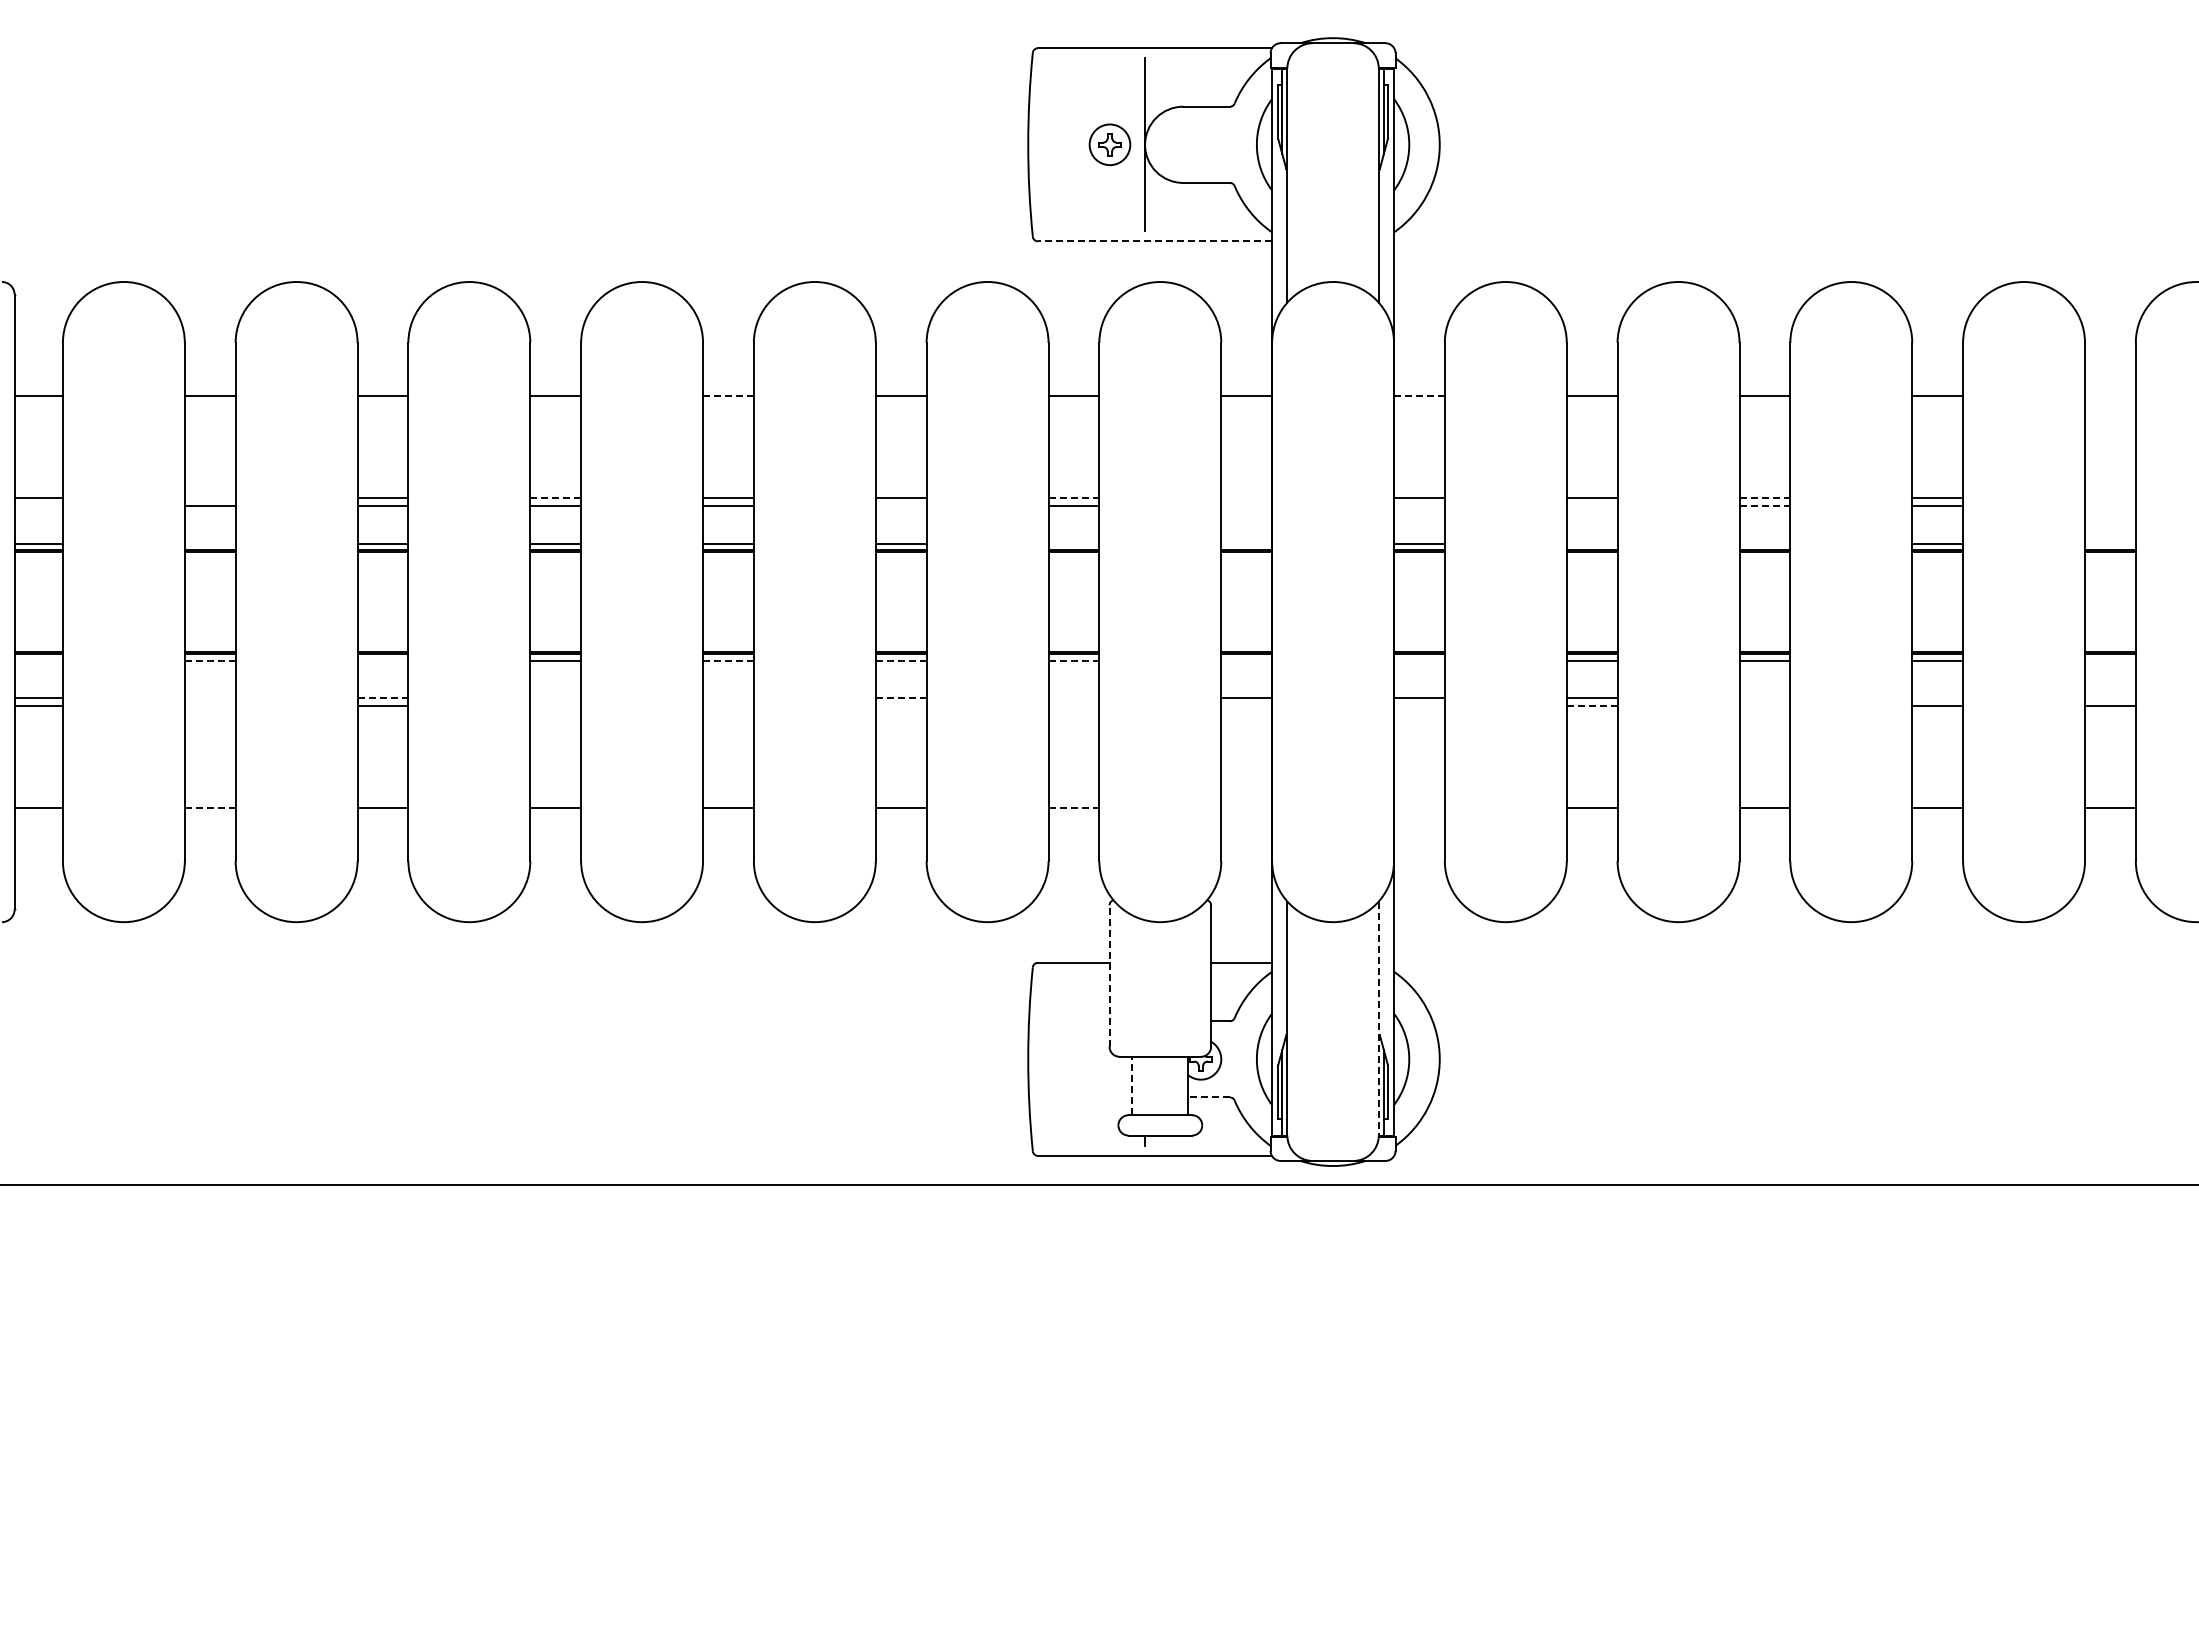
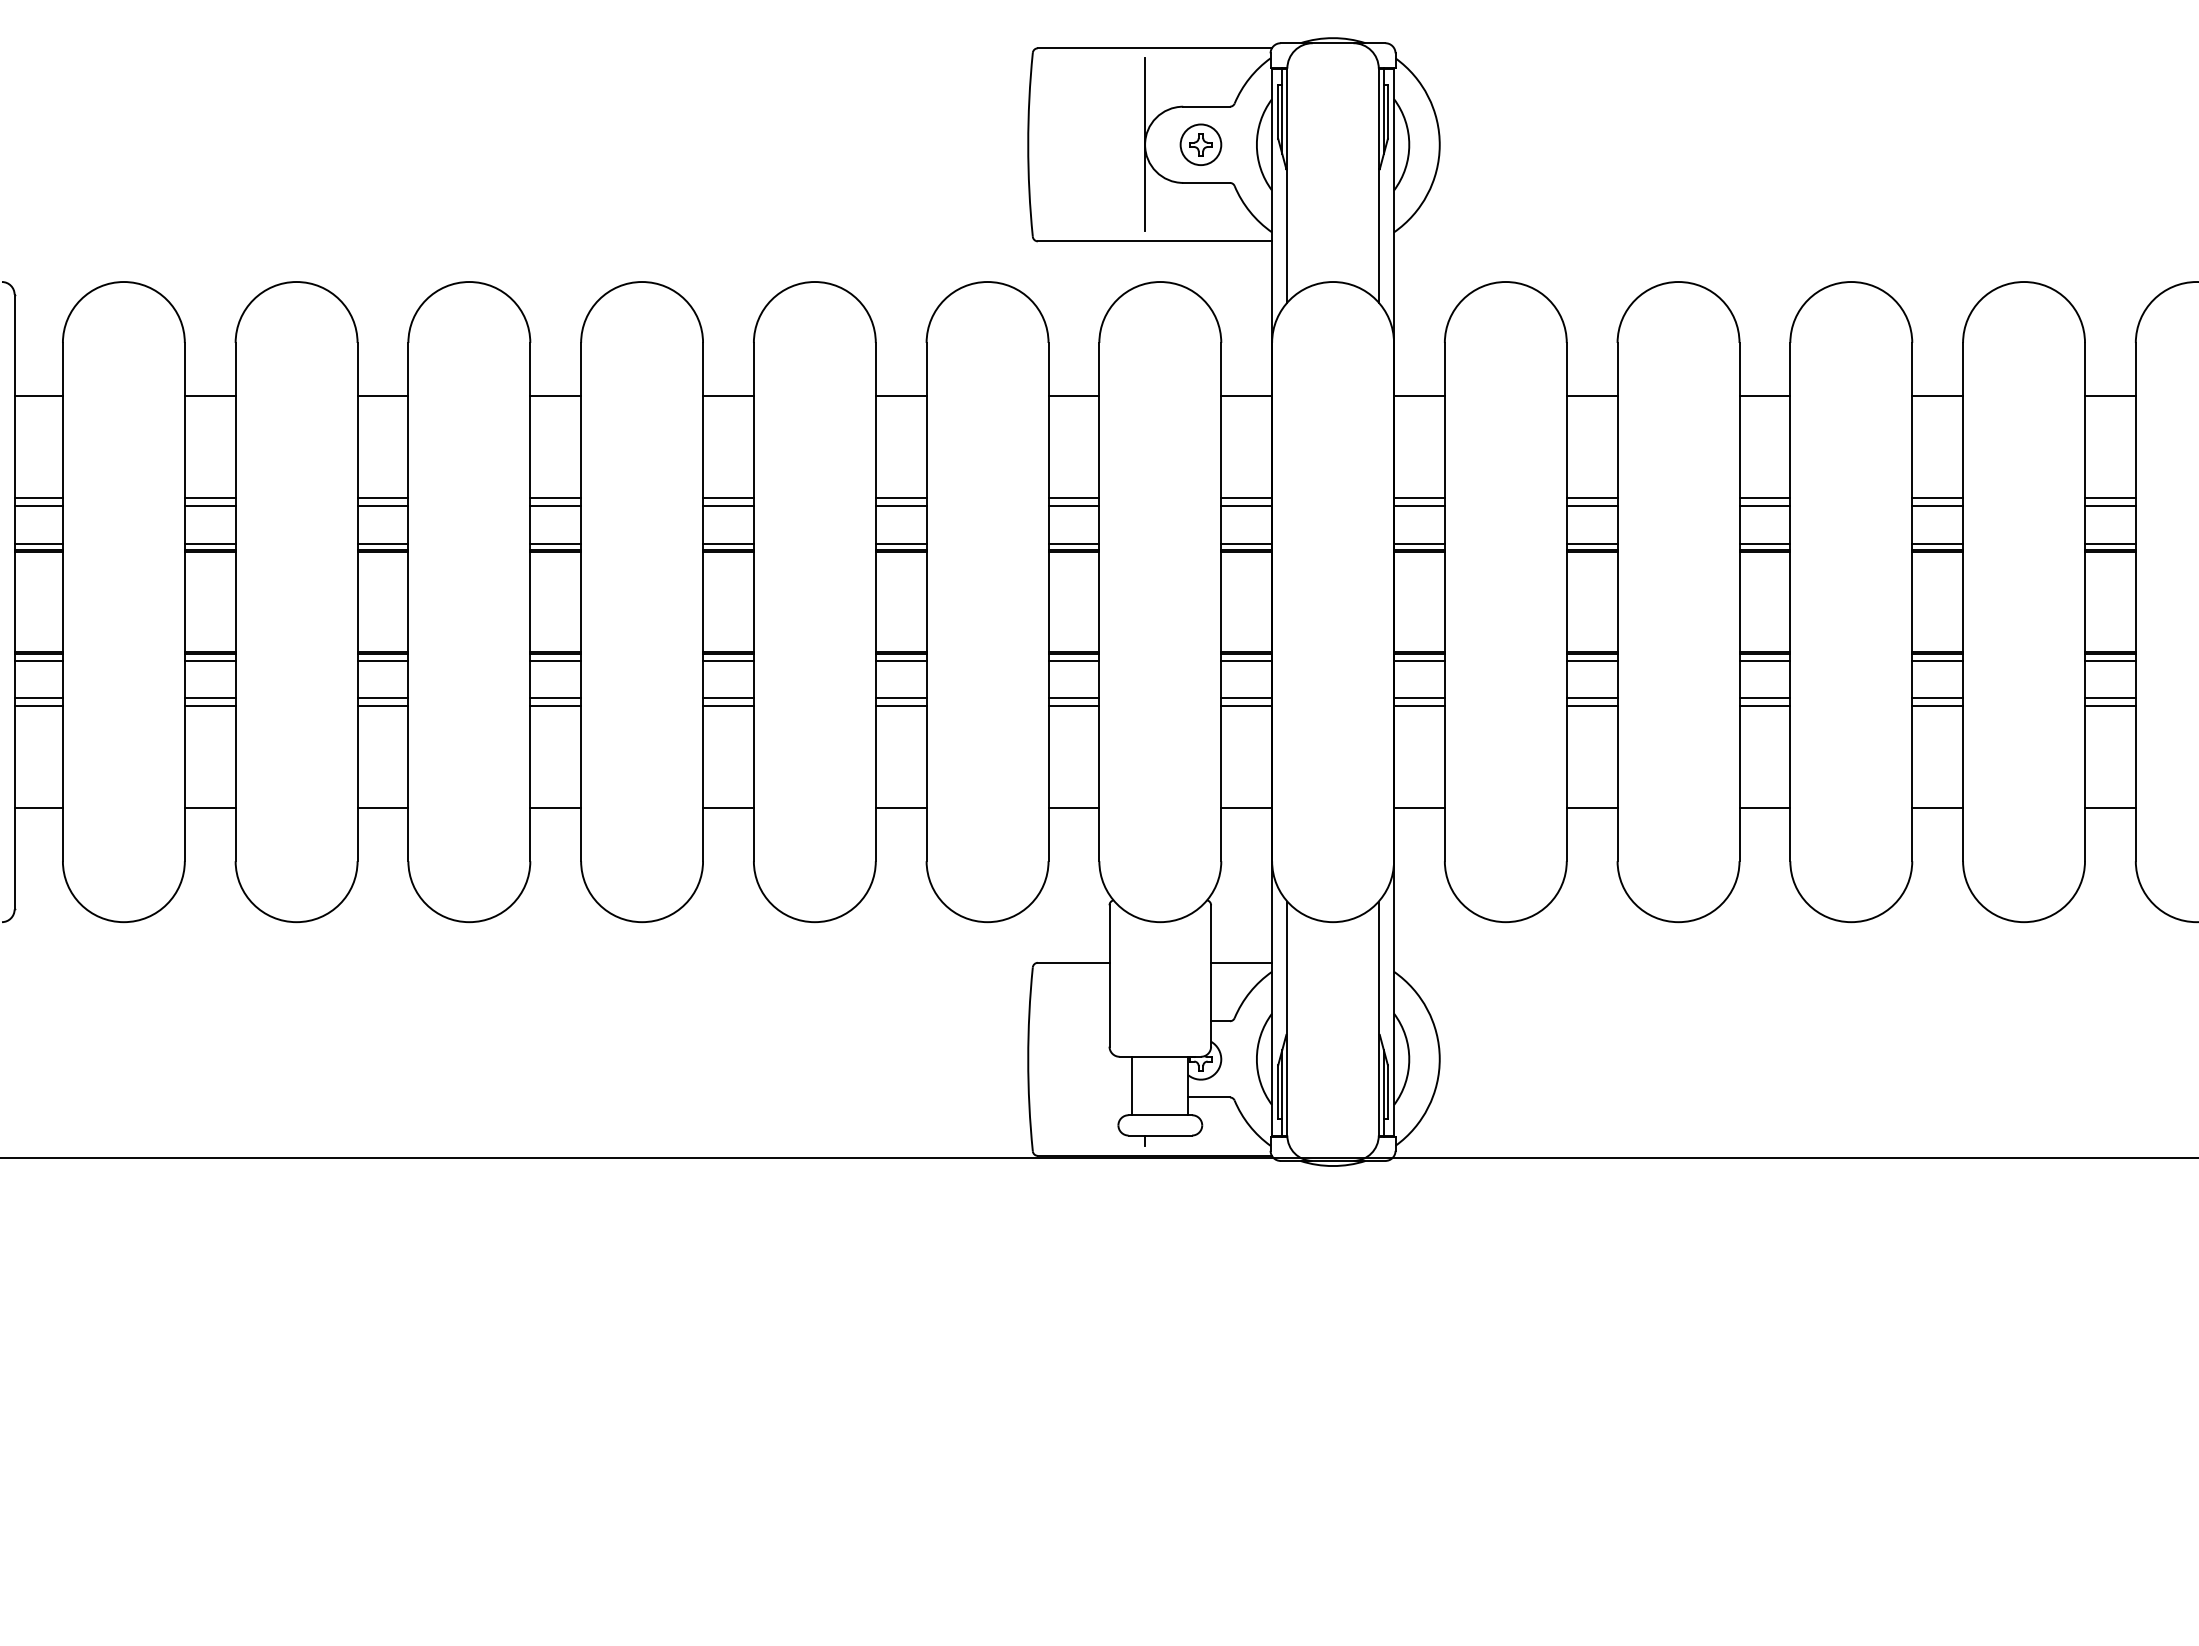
part at (1109, 144) position: (1109, 144) -> (1200, 144)
line at (1154, 241): dashed -> solid
line at (727, 396): dashed -> solid
line at (1418, 396): dashed -> solid
line at (2110, 396): none -> present
line at (209, 497): none -> present
line at (556, 497): dashed -> solid
line at (1074, 497): dashed -> solid
line at (1246, 497): none -> present
line at (1765, 497): dashed -> solid
line at (2110, 497): none -> present
line at (38, 506): none -> present
line at (900, 506): none -> present
line at (1246, 506): none -> present
line at (1419, 506): none -> present
line at (1591, 506): none -> present
line at (1765, 506): dashed -> solid
line at (2110, 506): none -> present
line at (209, 543): none -> present
line at (1073, 543): none -> present
line at (1246, 543): none -> present
line at (1591, 543): none -> present
line at (1764, 543): none -> present
line at (2110, 543): none -> present
line at (38, 660): none -> present
line at (210, 660): dashed -> solid
line at (382, 660): none -> present
line at (728, 660): dashed -> solid
line at (901, 660): dashed -> solid
line at (1074, 660): dashed -> solid
line at (1246, 660): none -> present
line at (1419, 660): none -> present
line at (2110, 660): none -> present
line at (209, 698): none -> present
line at (383, 698): dashed -> solid
line at (555, 698): none -> present
line at (728, 698): none -> present
line at (901, 698): dashed -> solid
line at (1073, 698): none -> present
line at (1764, 698): none -> present
line at (1937, 698): none -> present
line at (2110, 698): none -> present
line at (209, 706): none -> present
line at (555, 706): none -> present
line at (728, 706): none -> present
line at (900, 706): none -> present
line at (1073, 706): none -> present
line at (1246, 706): none -> present
line at (1419, 706): none -> present
line at (1592, 706): dashed -> solid
line at (1764, 706): none -> present
line at (210, 807): dashed -> solid
line at (1074, 807): dashed -> solid
line at (1246, 807): none -> present
line at (1419, 807): none -> present
line at (1109, 975): dashed -> solid
line at (1378, 1019): dashed -> solid
line at (1132, 1085): dashed -> solid
line at (1209, 1097): dashed -> solid
line at (1098, 1185) position: (1098, 1185) -> (1098, 1158)
